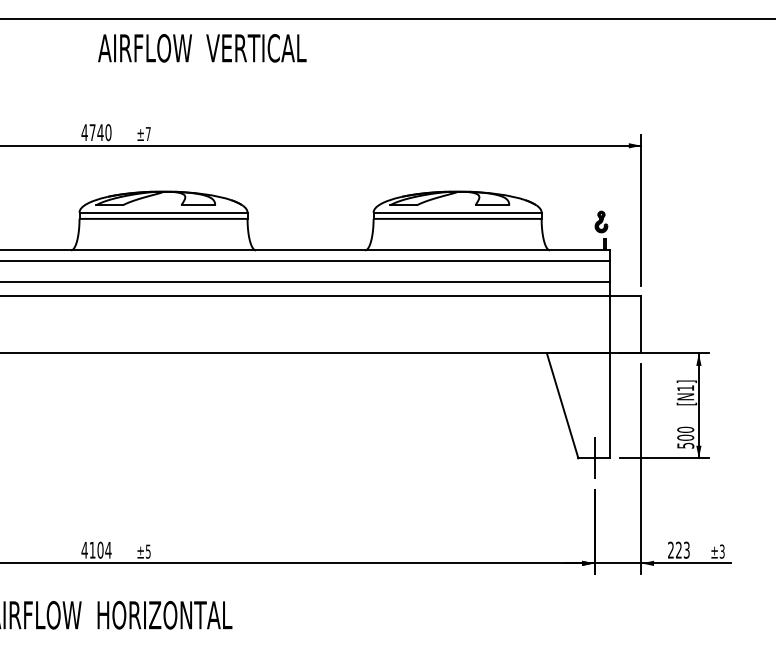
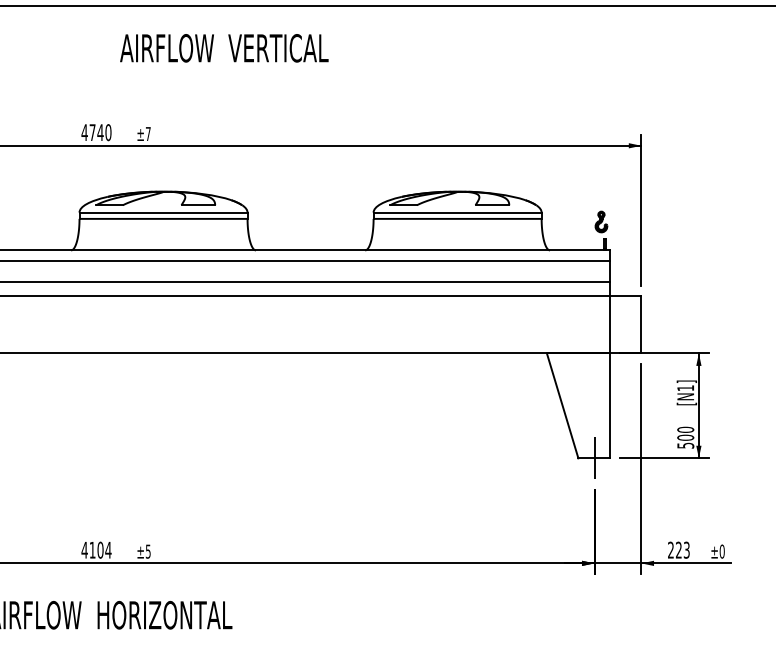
line at (387, 19) position: (387, 19) -> (387, 6)
text at (202, 48) position: (202, 48) -> (224, 48)
text at (721, 551): ±3 -> ±0
